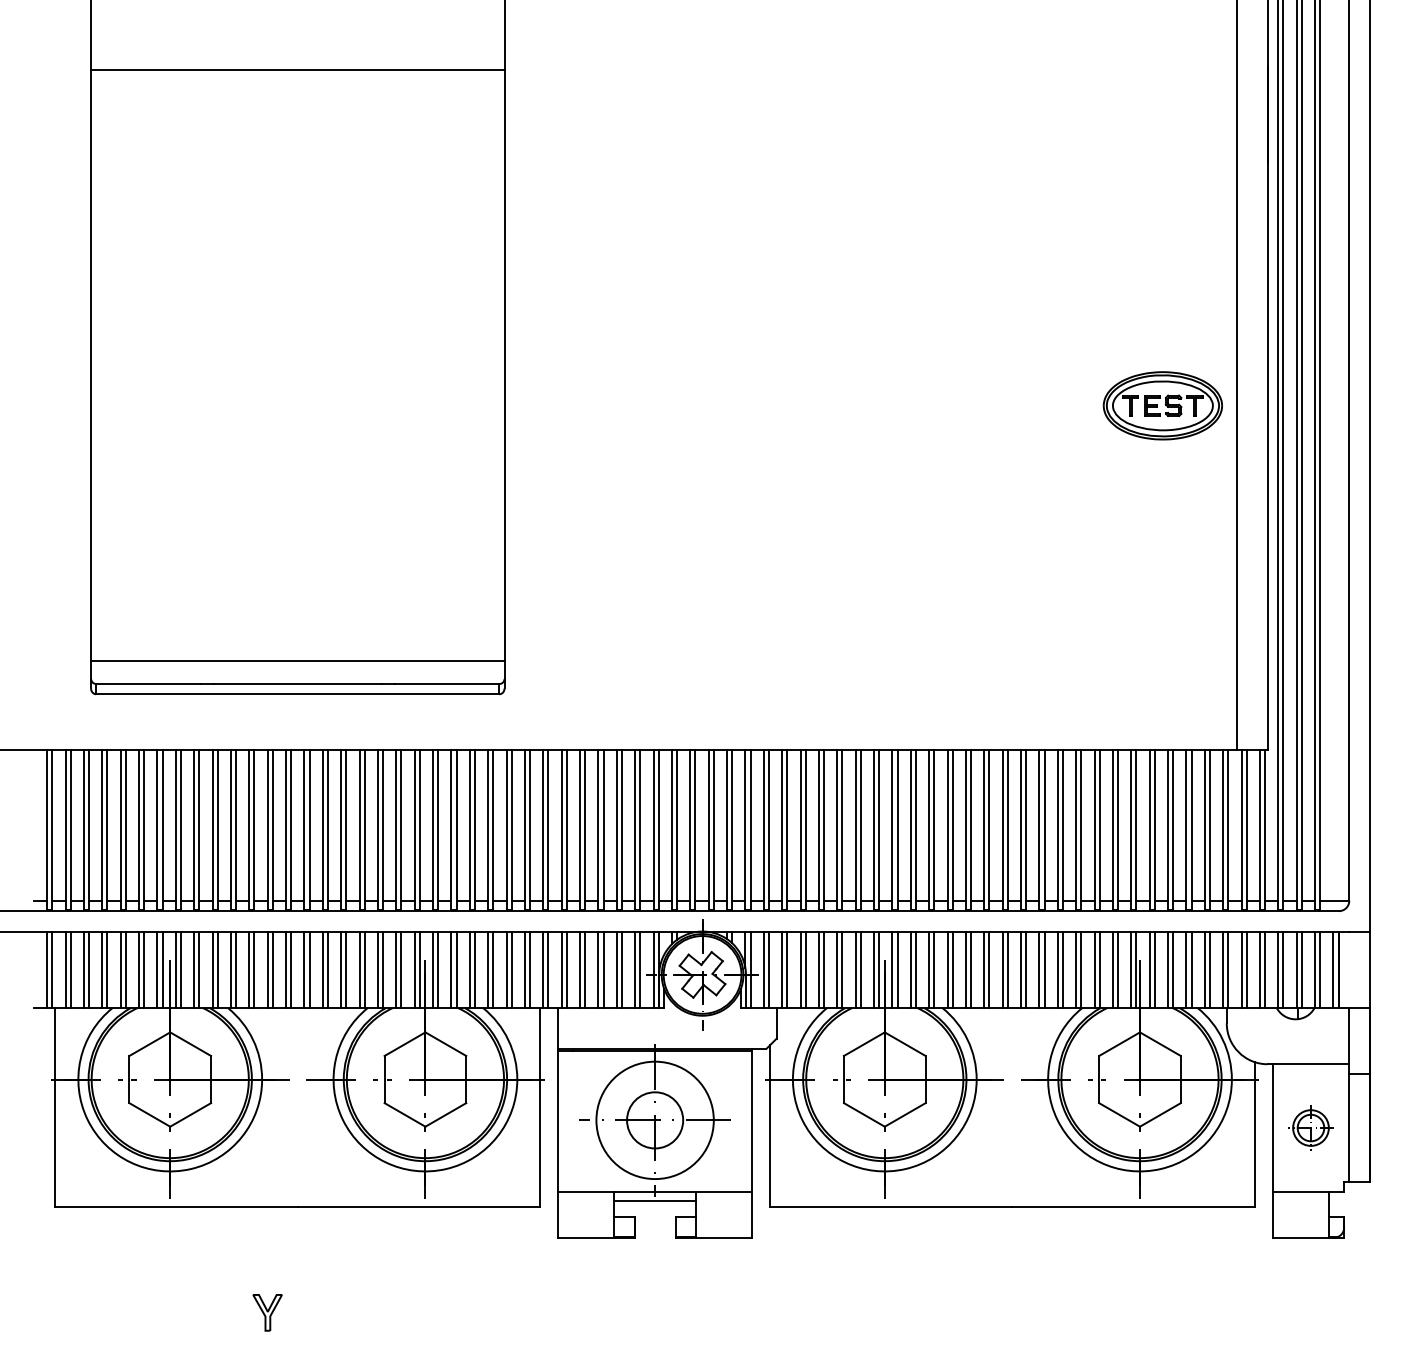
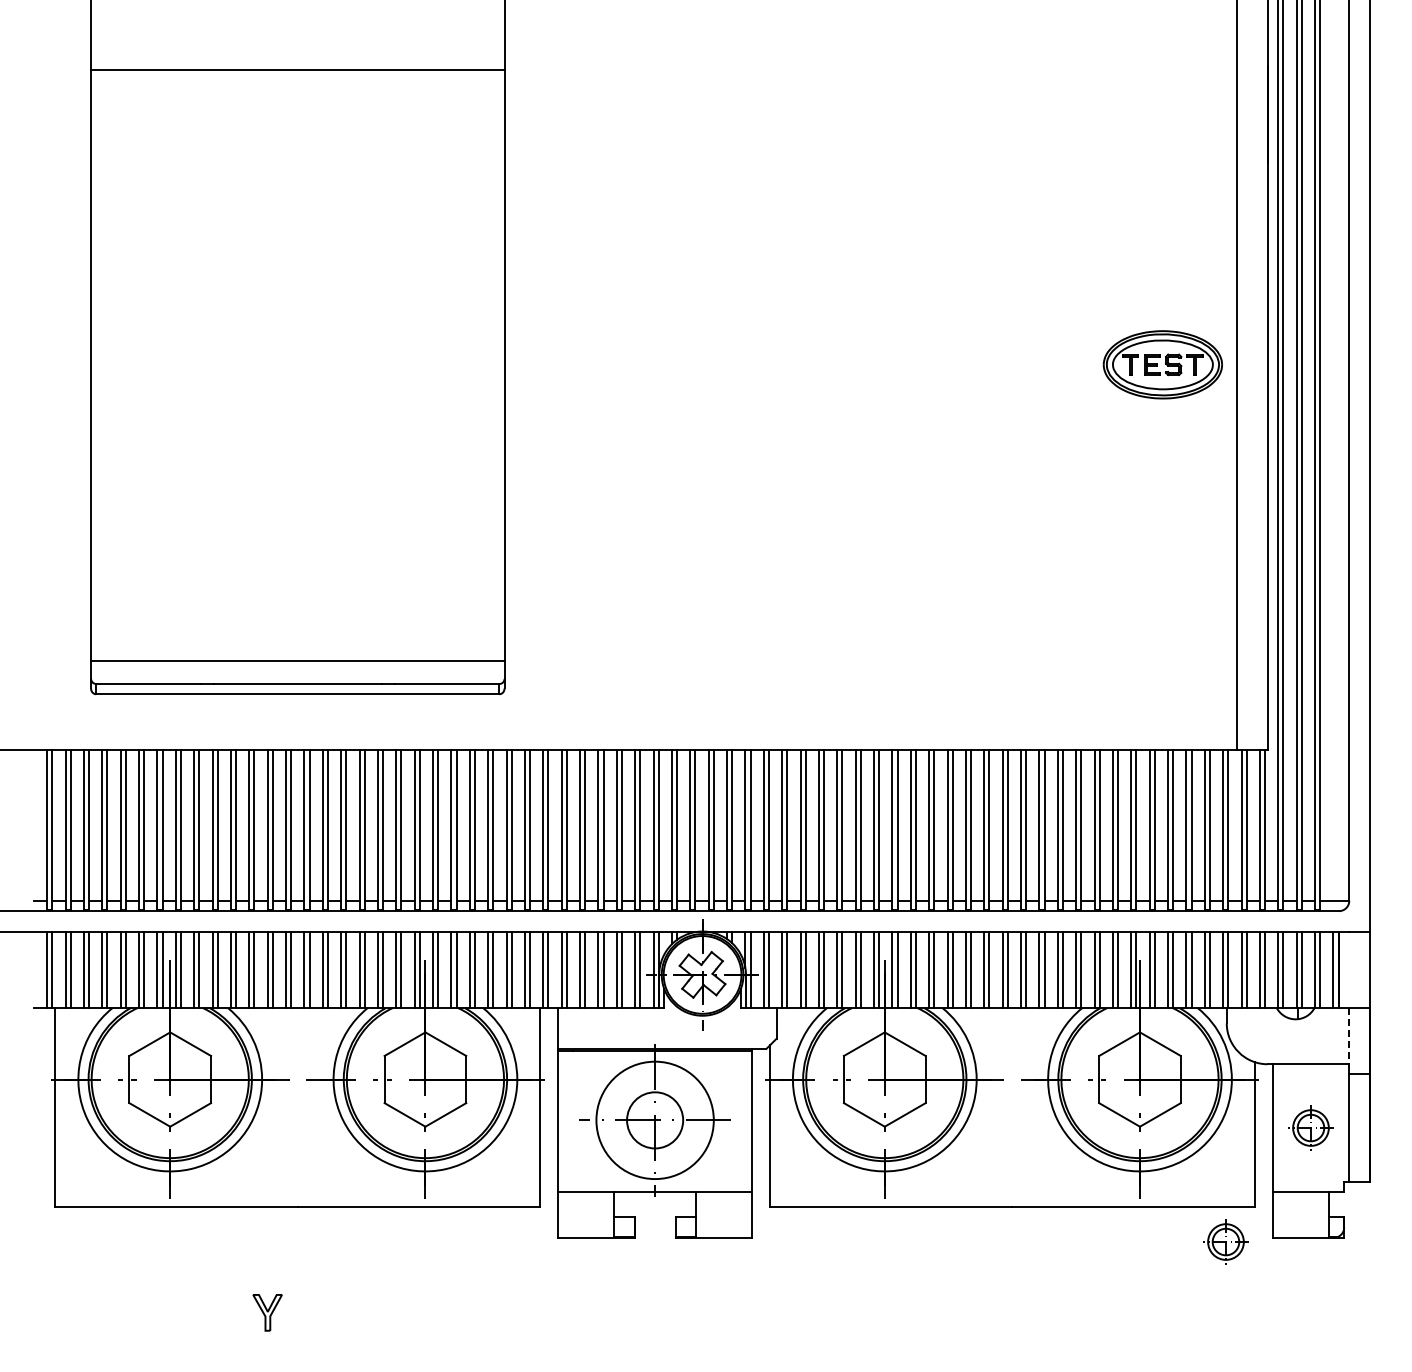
part at (1162, 405) position: (1162, 405) -> (1162, 364)
line at (1349, 1036): solid -> dashed
line at (654, 1201): present -> none
part at (1225, 1241): none -> present
